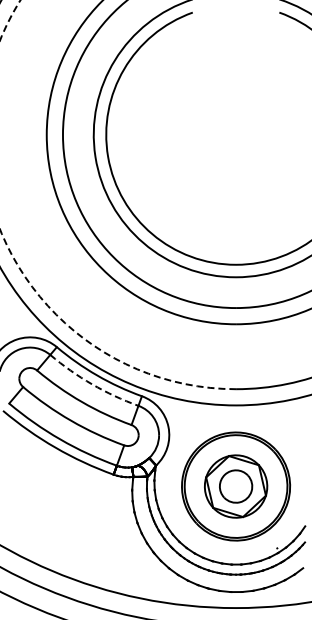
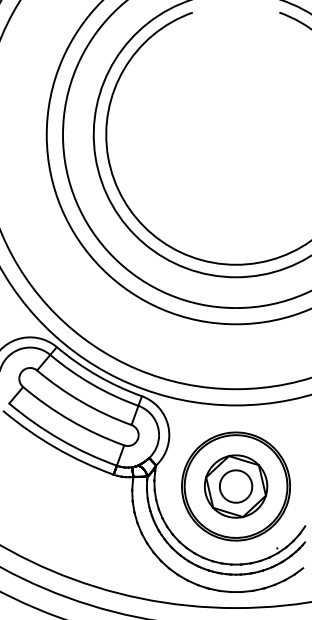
arc at (74, 331): dashed -> solid
arc at (92, 384): dashed -> solid
